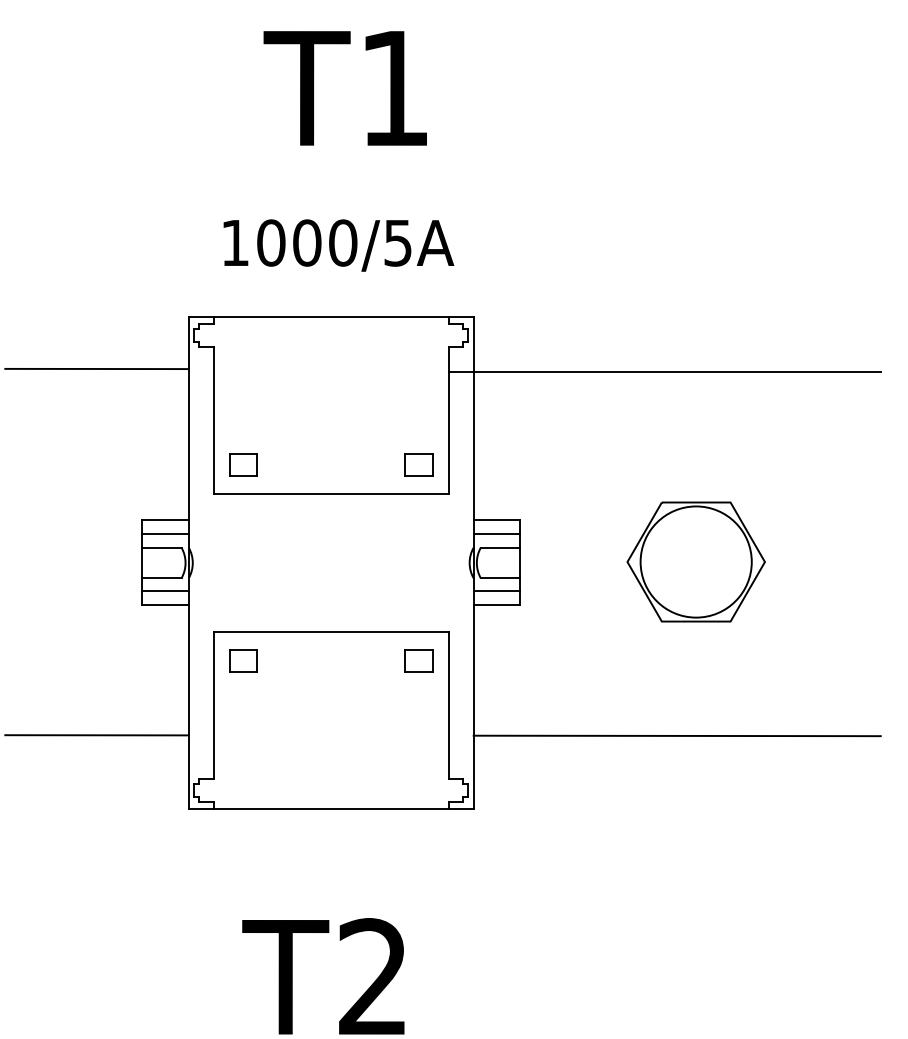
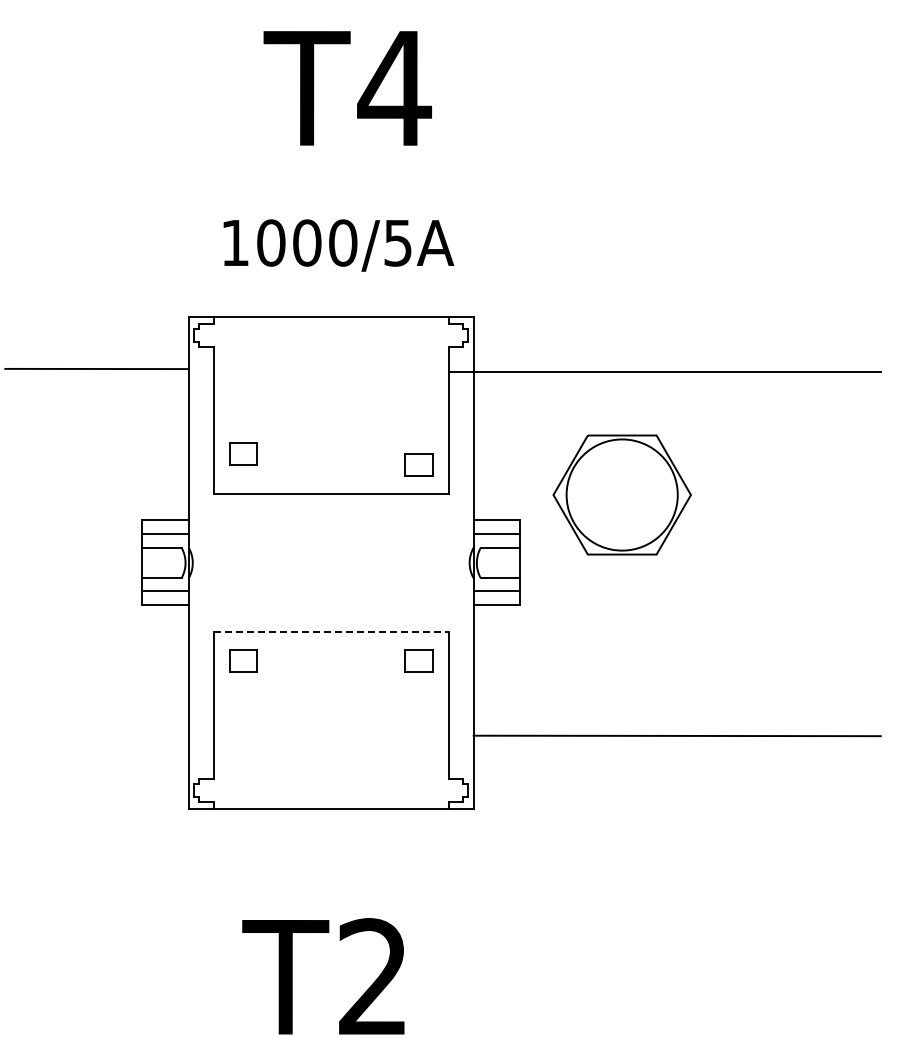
text at (394, 88): T1 -> T4
part at (243, 464) position: (243, 464) -> (243, 453)
part at (695, 561) position: (695, 561) -> (621, 494)
line at (331, 632): solid -> dashed
line at (96, 735): present -> none
